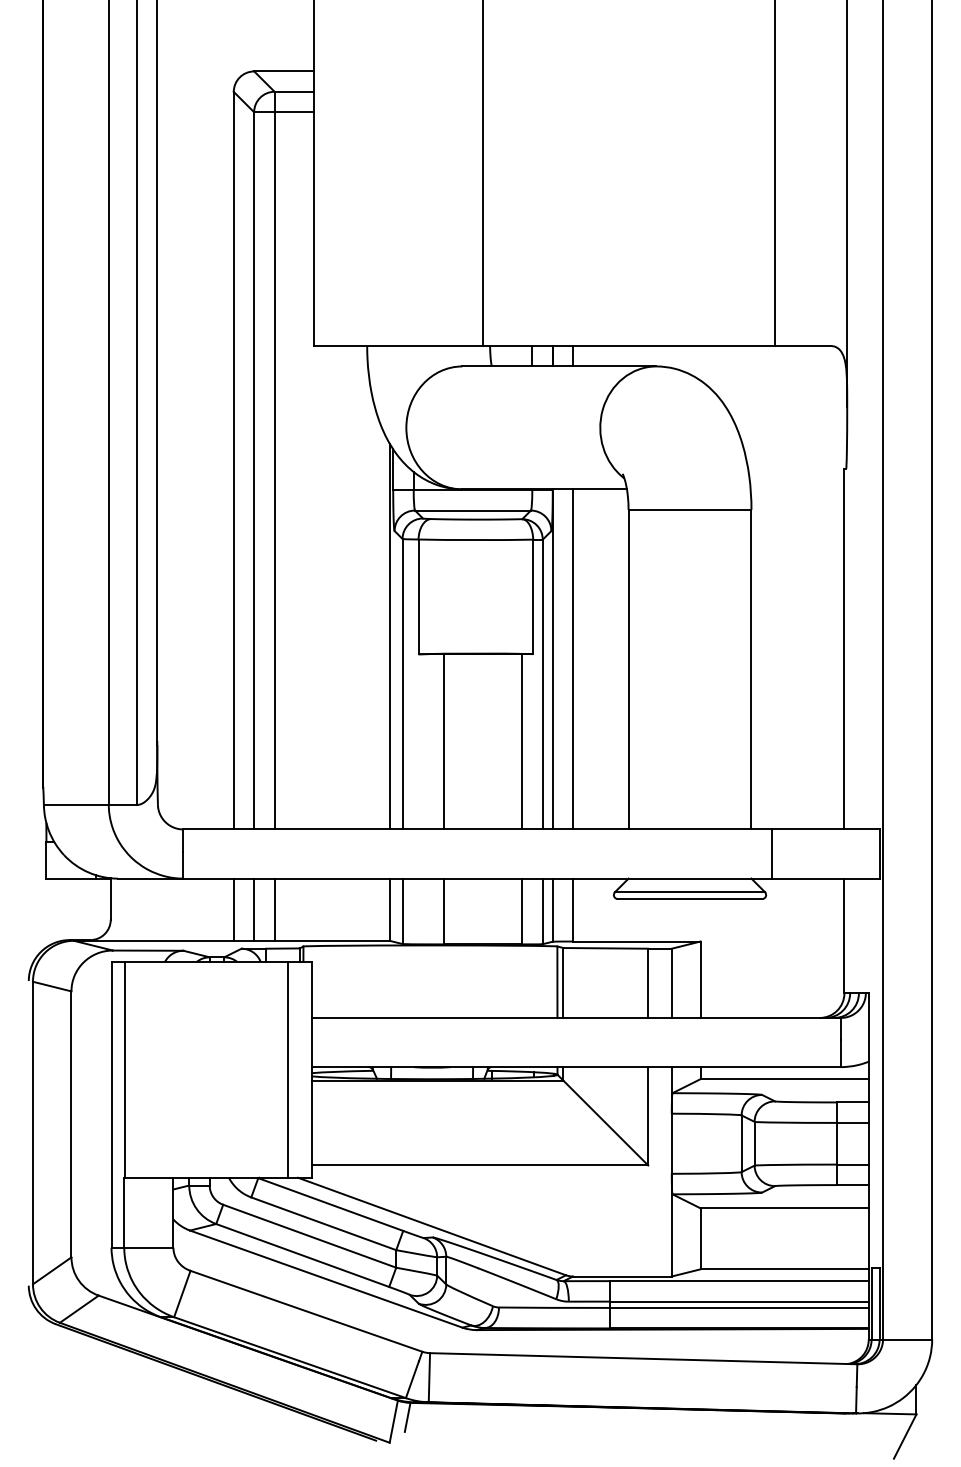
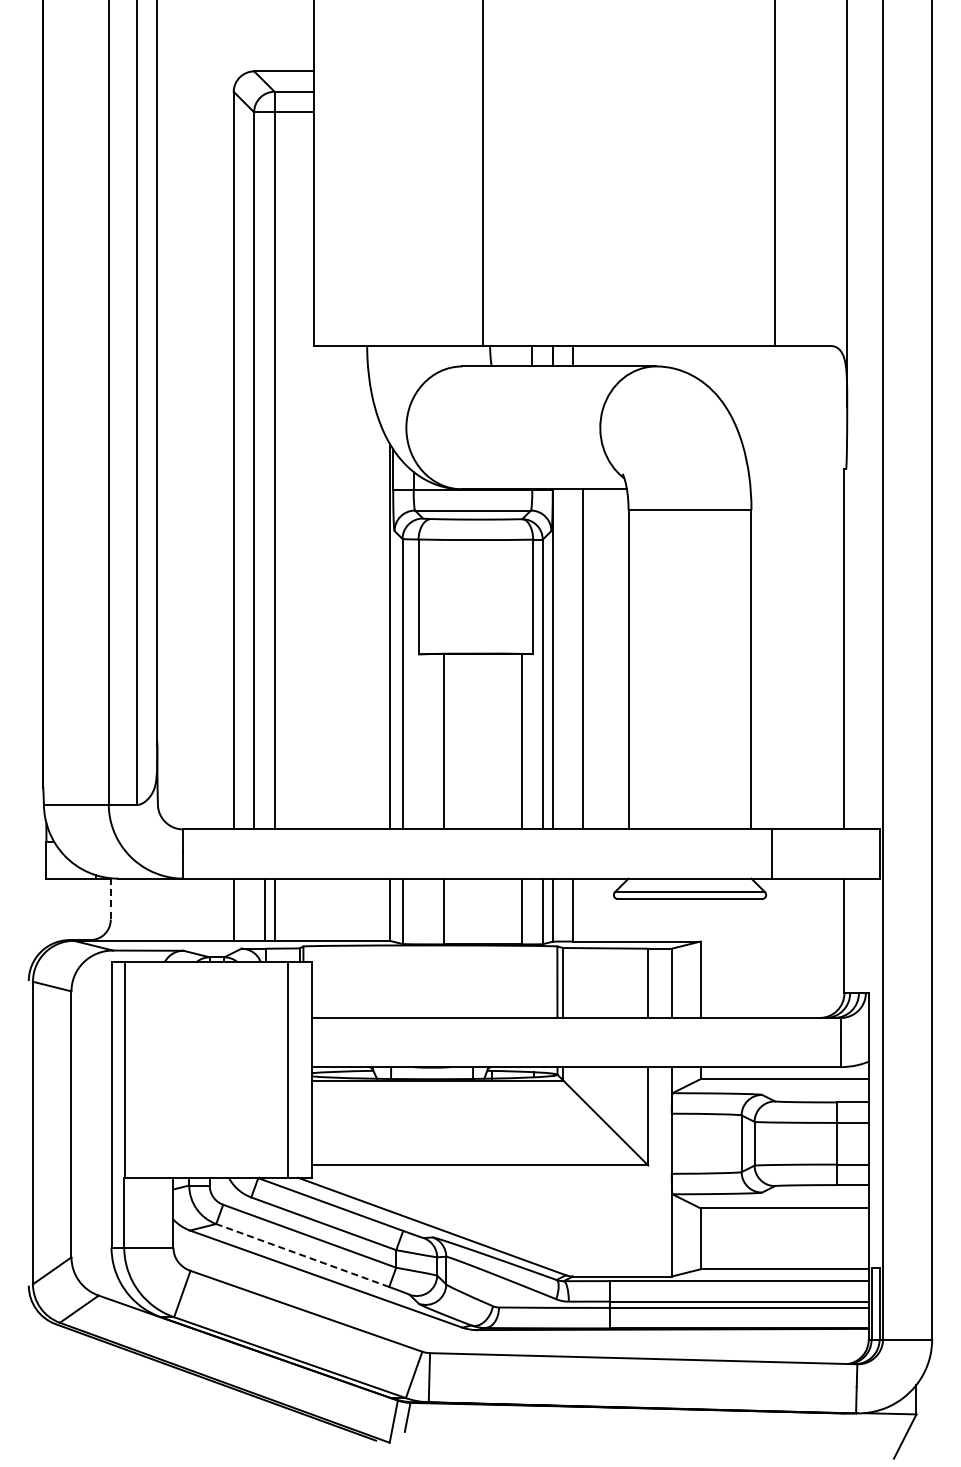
line at (573, 659) position: (573, 659) -> (583, 659)
line at (110, 898): solid -> dashed
line at (254, 909) position: (254, 909) -> (265, 909)
line at (302, 1255): solid -> dashed
